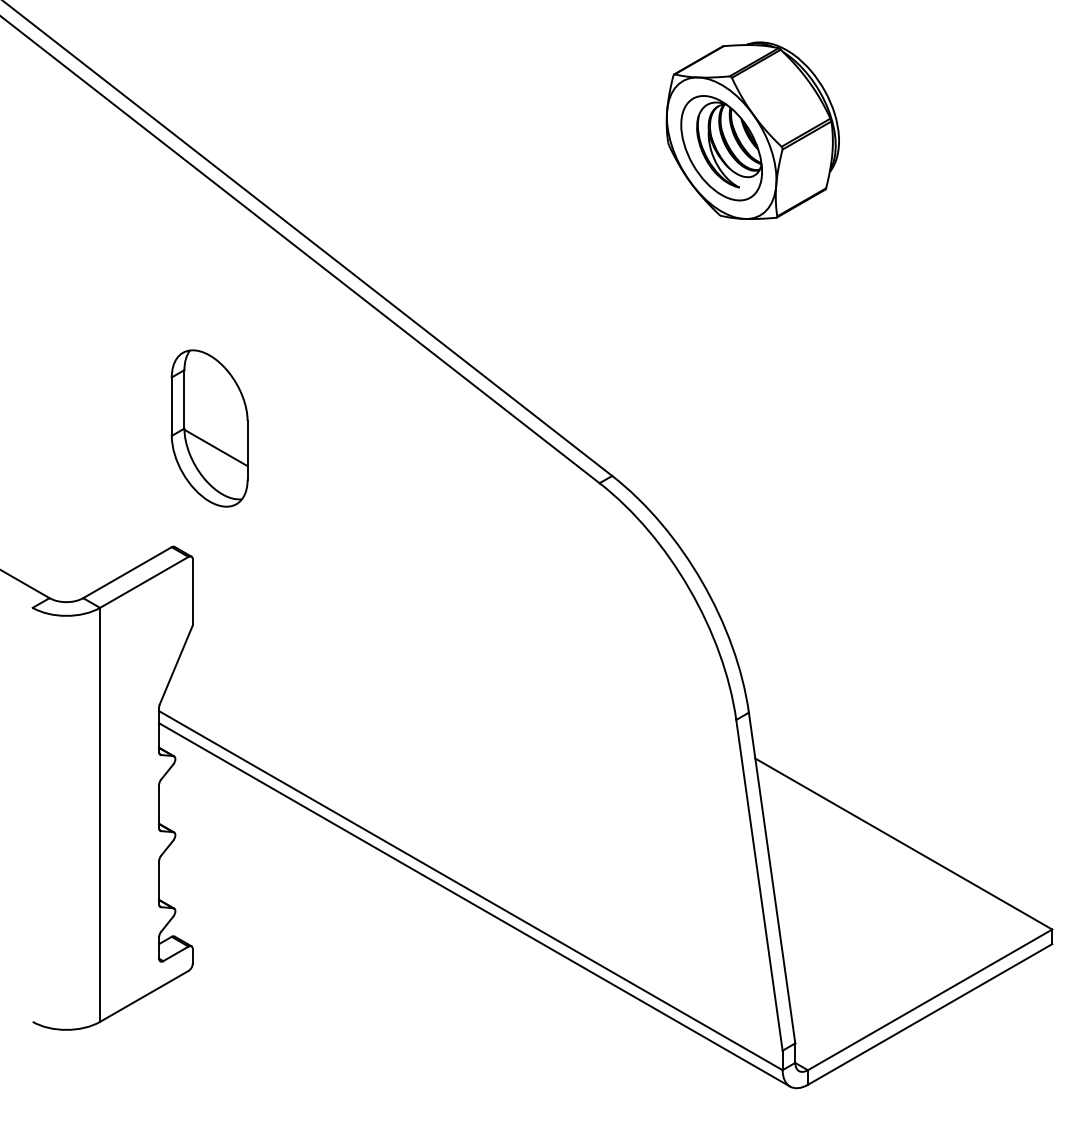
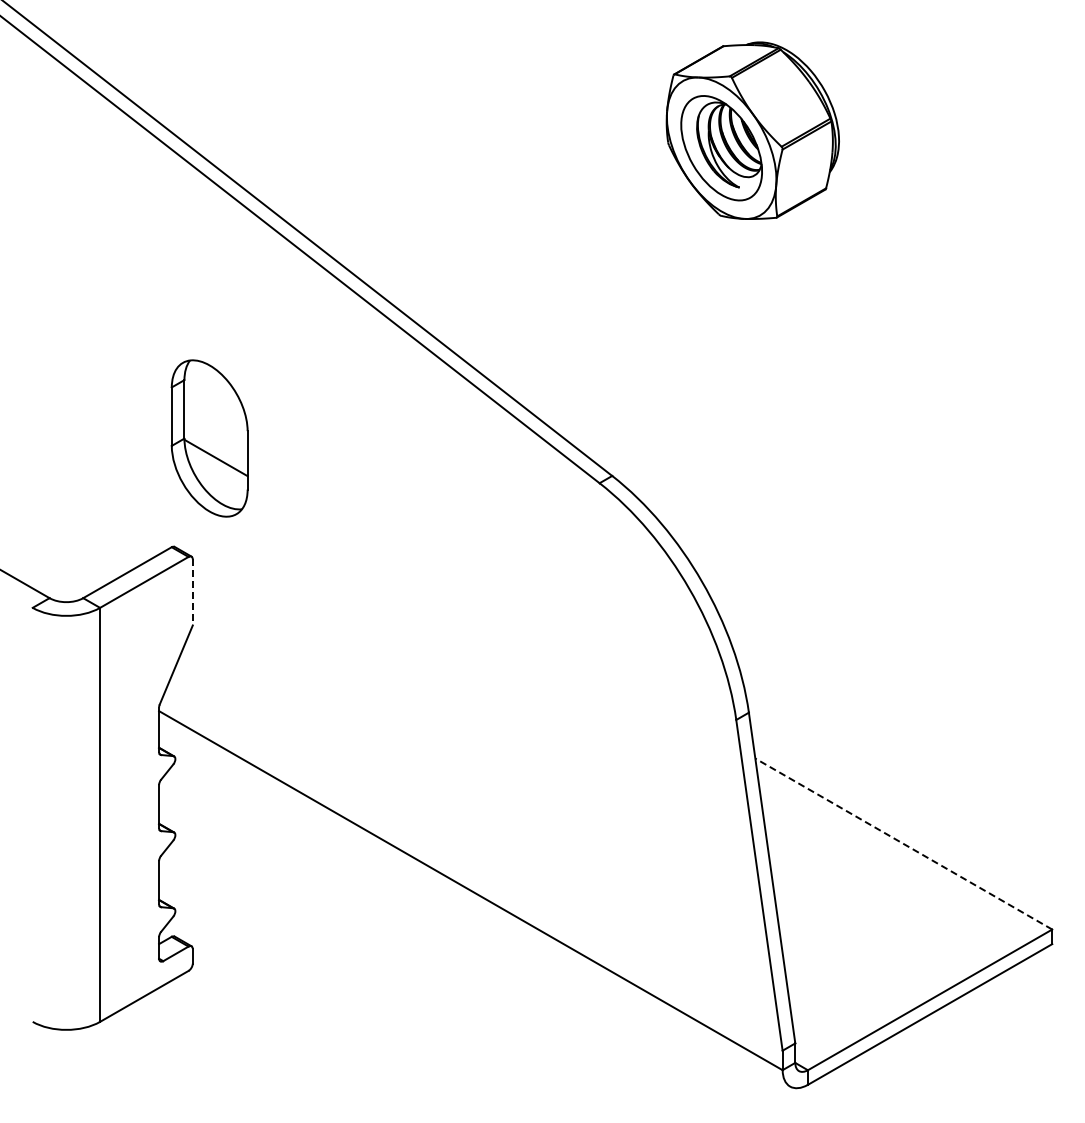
part at (209, 428) position: (209, 428) -> (209, 438)
line at (192, 592): solid -> dashed
line at (903, 843): solid -> dashed
line at (474, 904): present -> none
